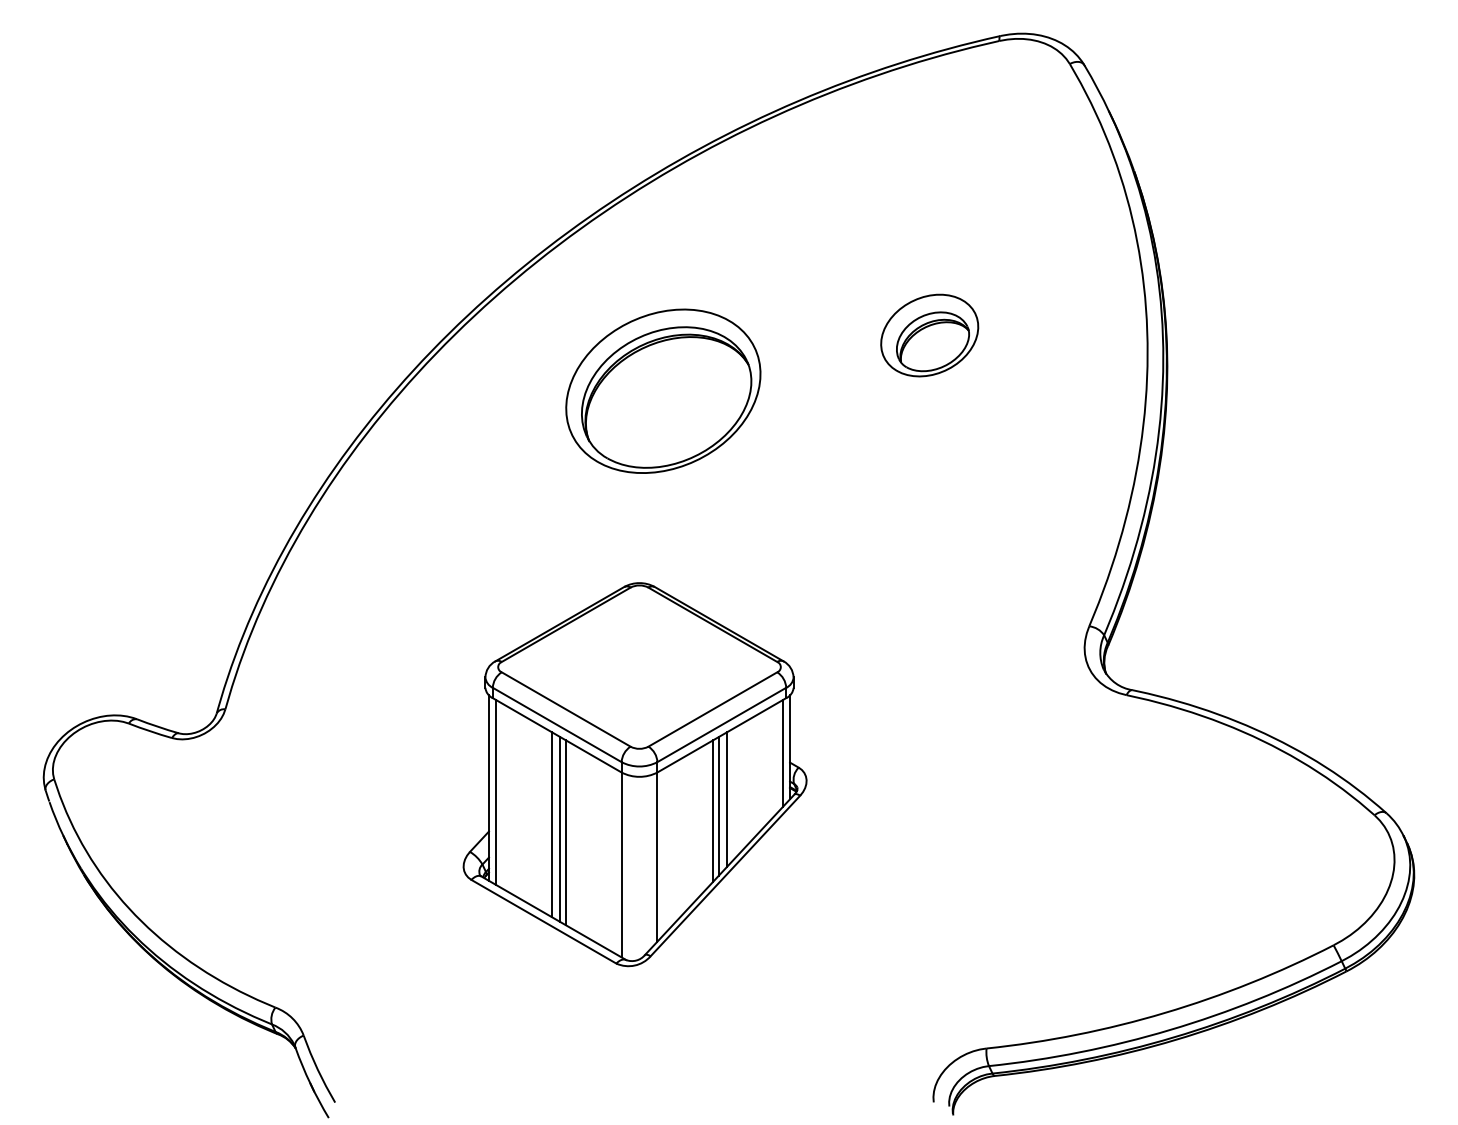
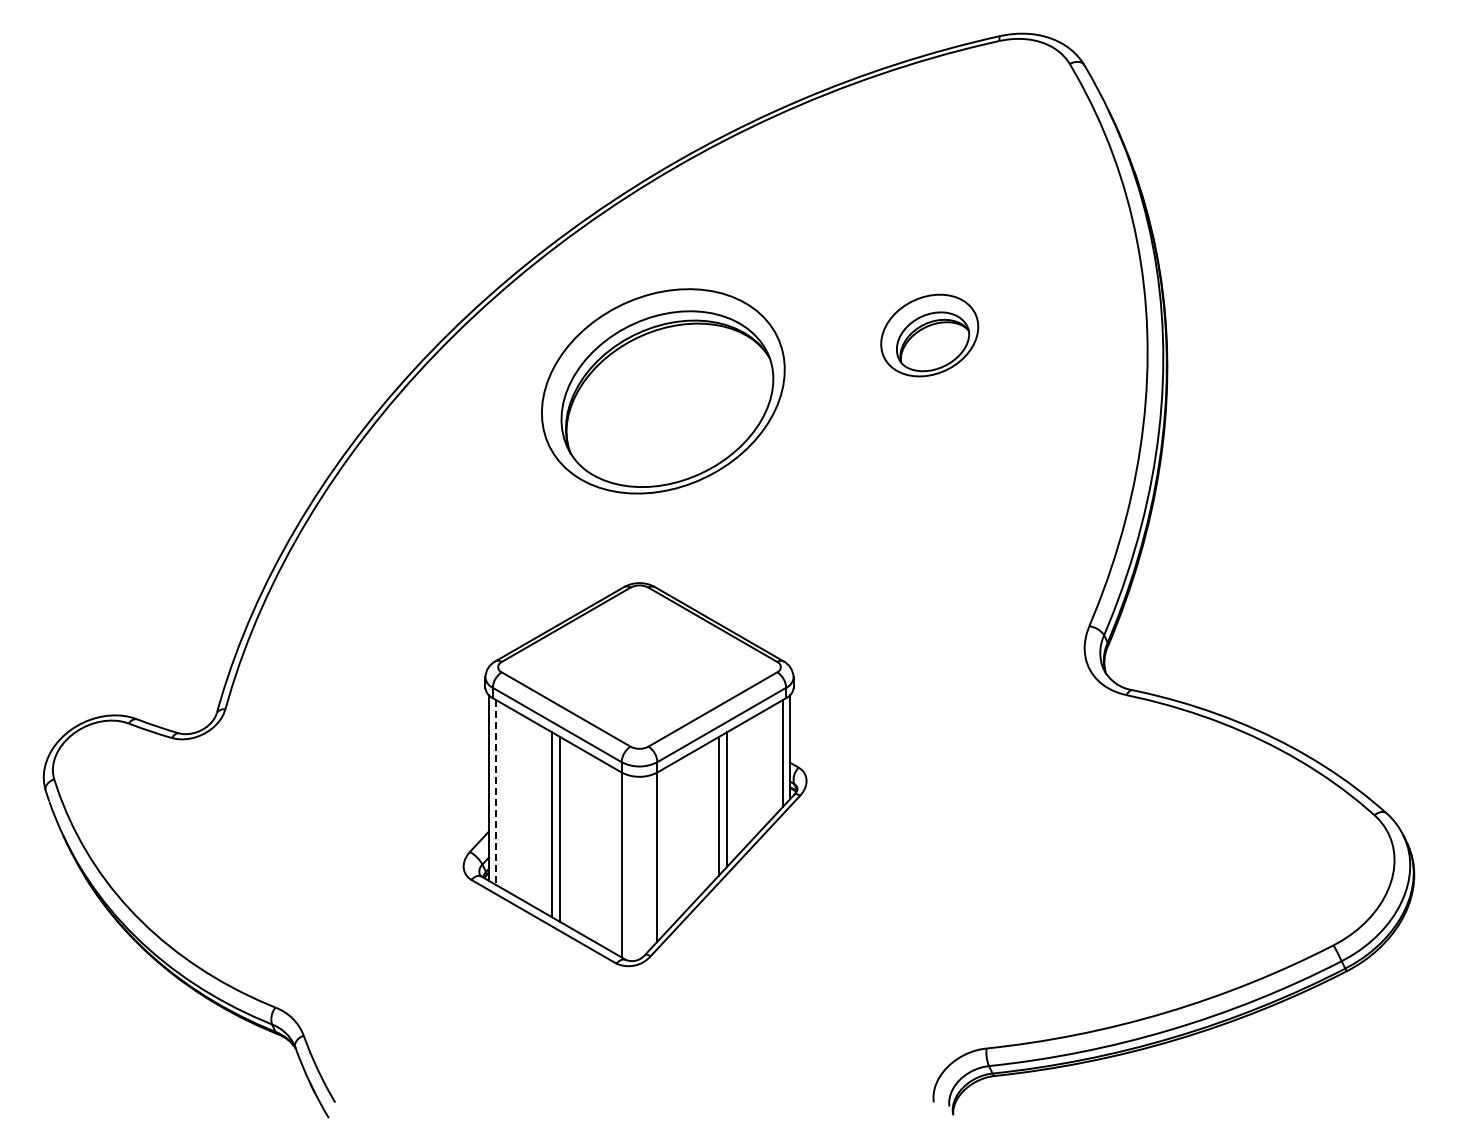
part at (663, 390) size: 197x166 px -> 245x207 px
line at (496, 793): solid -> dashed
line at (712, 811): present -> none
line at (566, 832): present -> none
